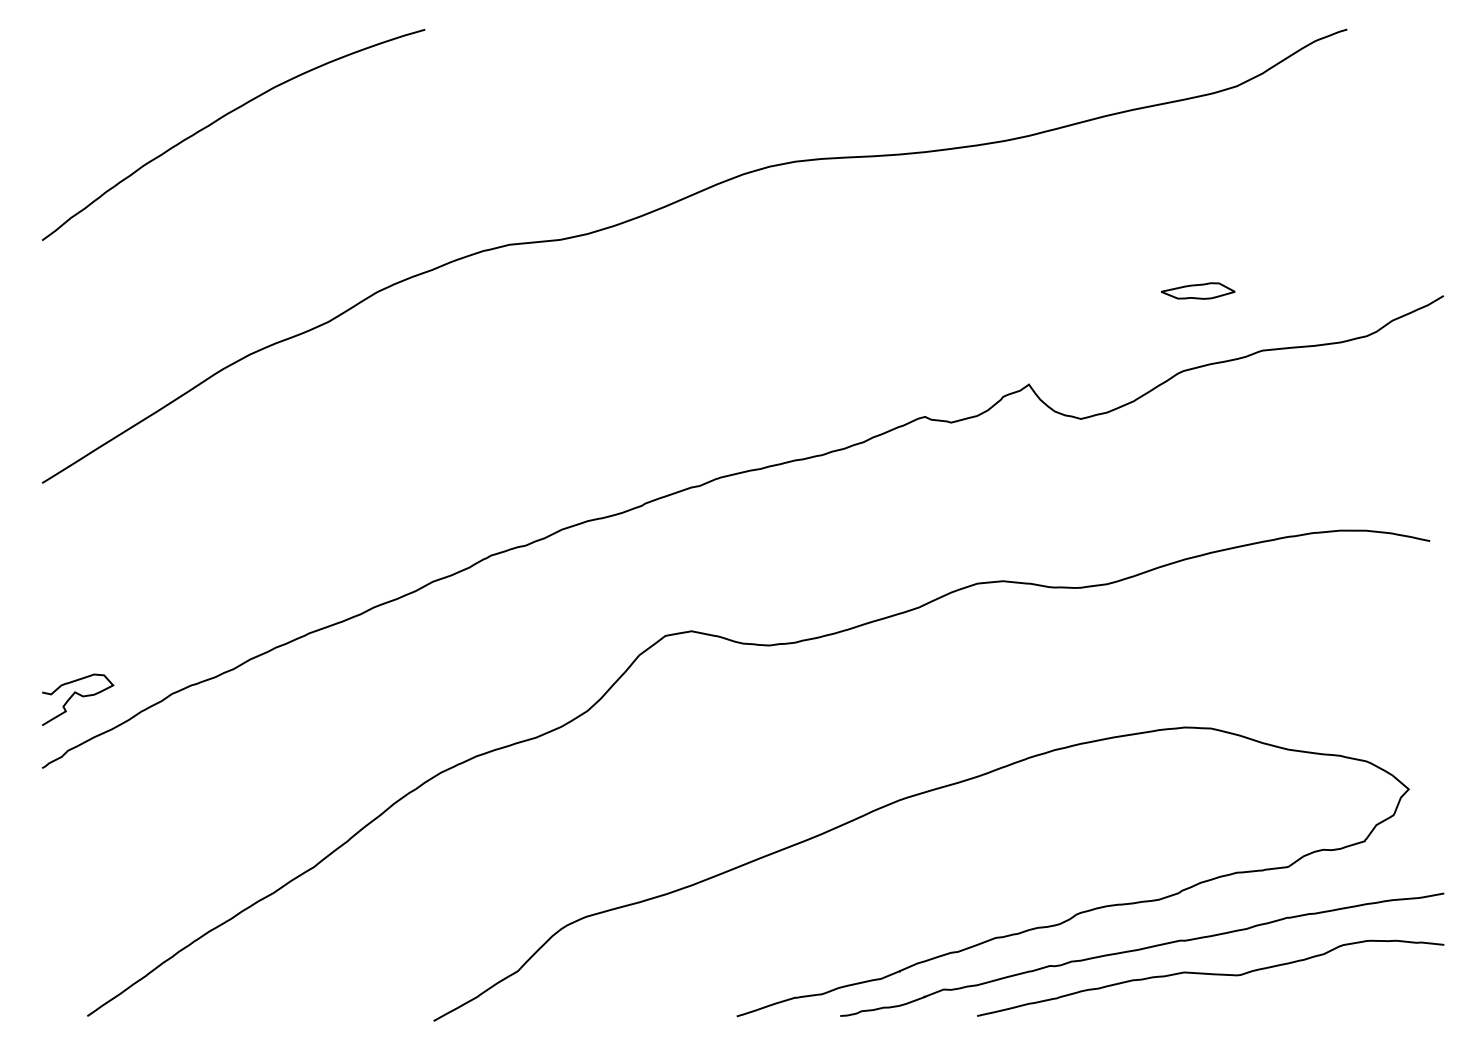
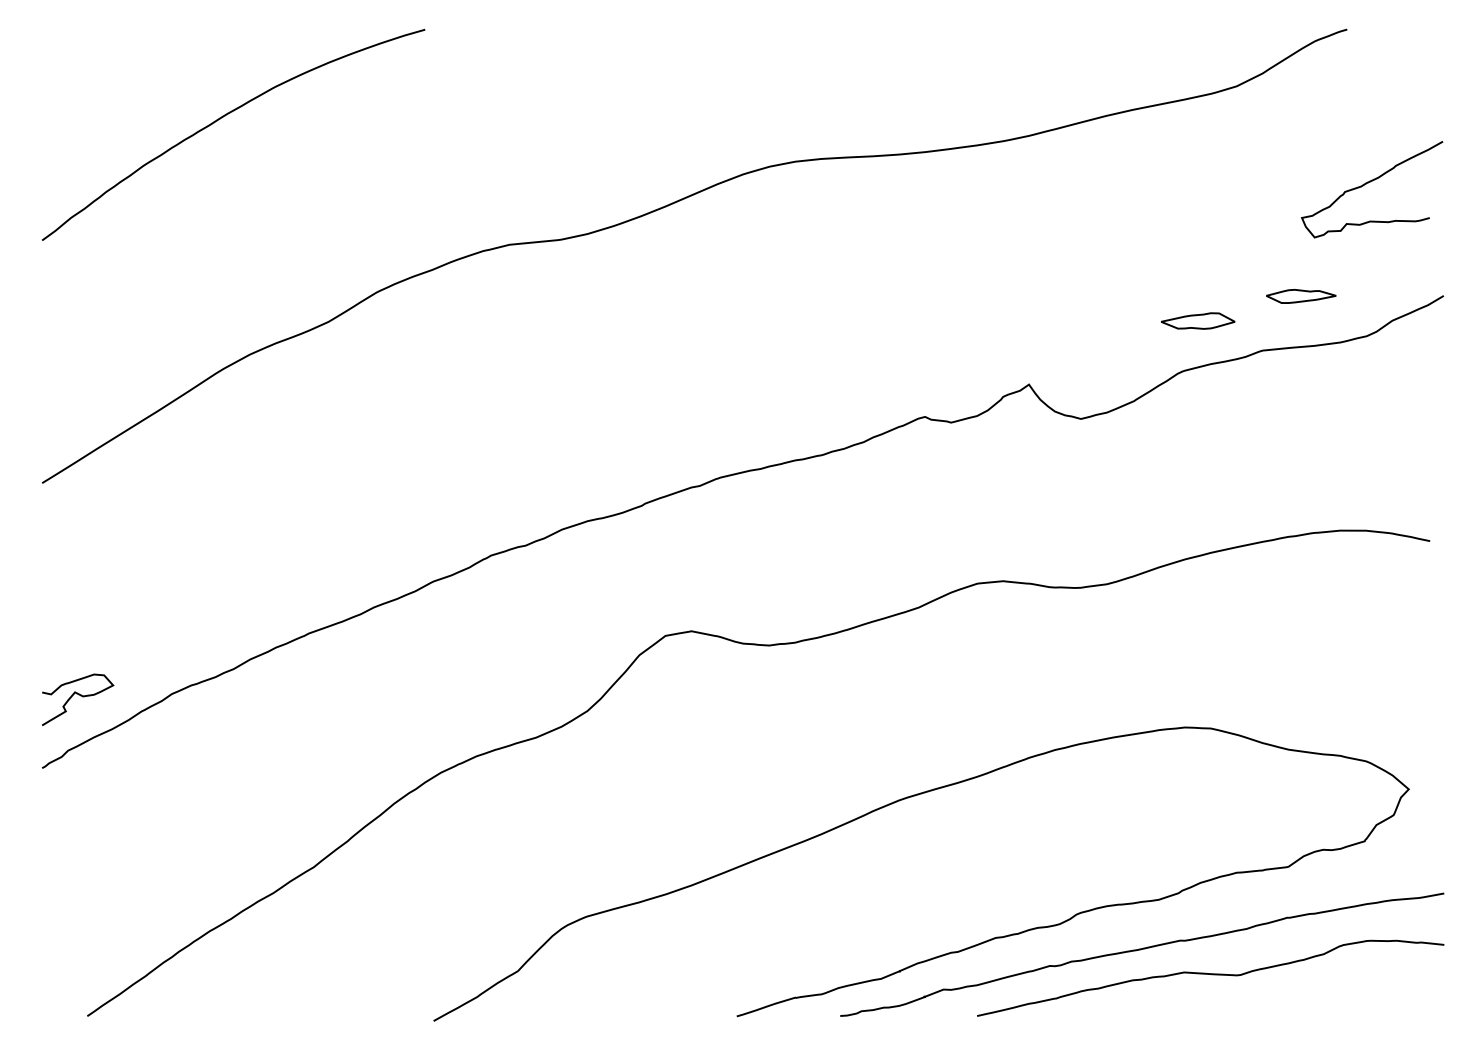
curve at (1368, 183): none -> present
part at (1198, 290) position: (1198, 290) -> (1198, 320)
part at (1301, 296): none -> present
